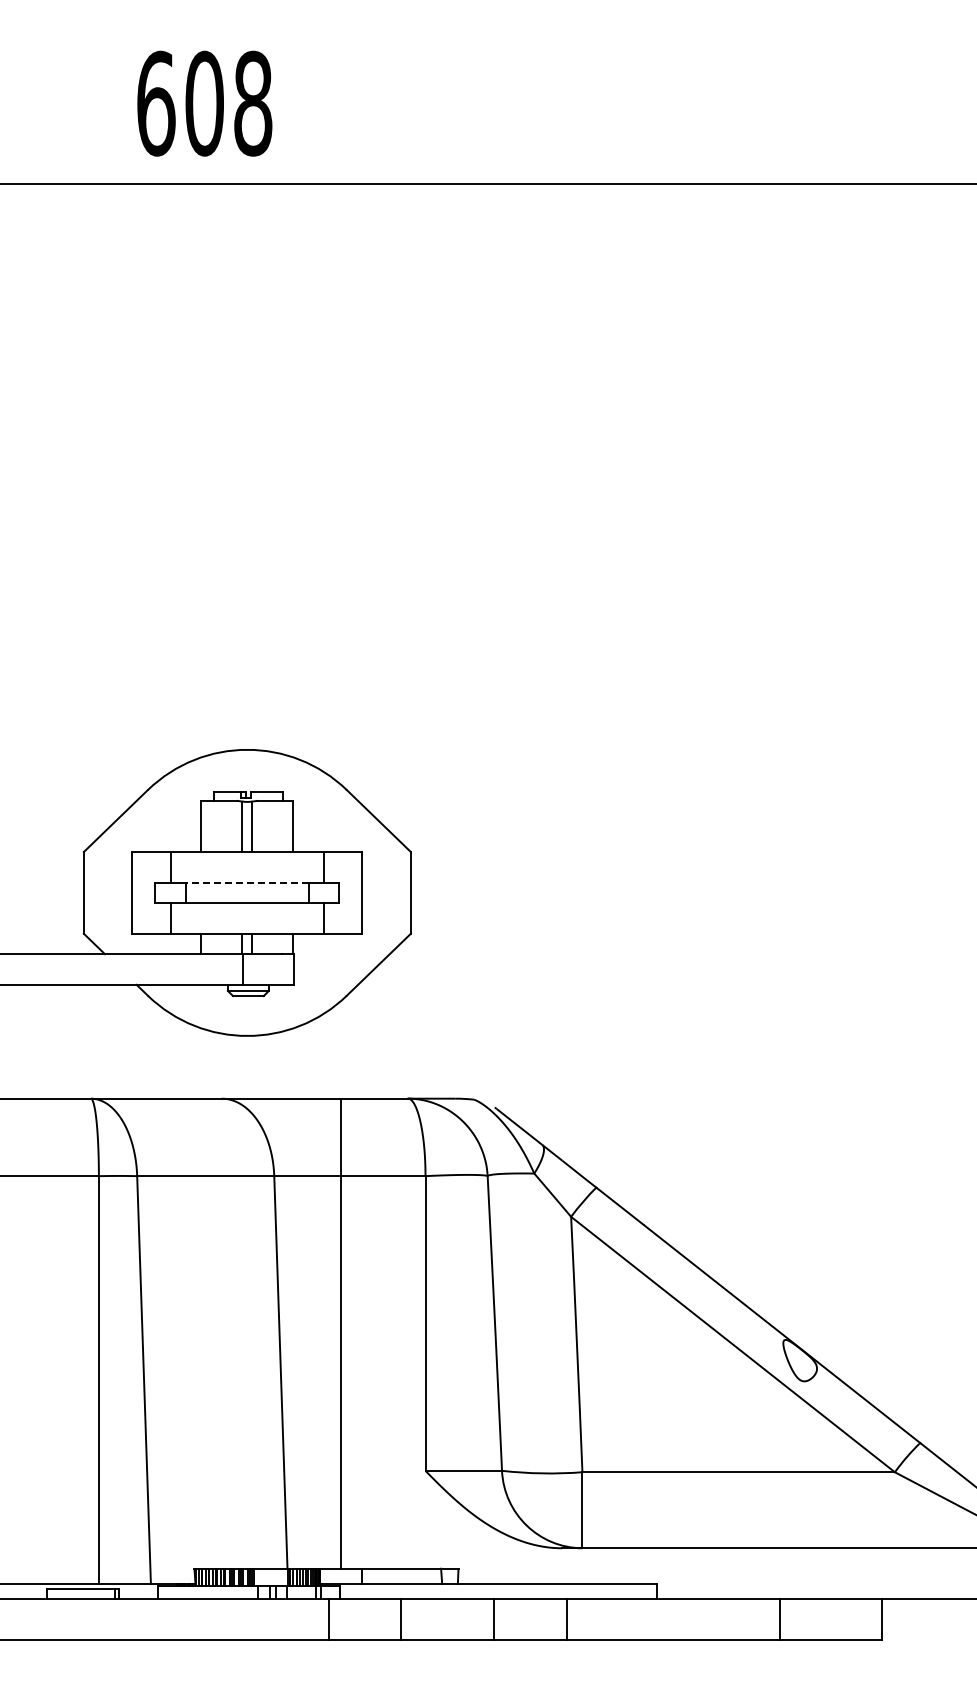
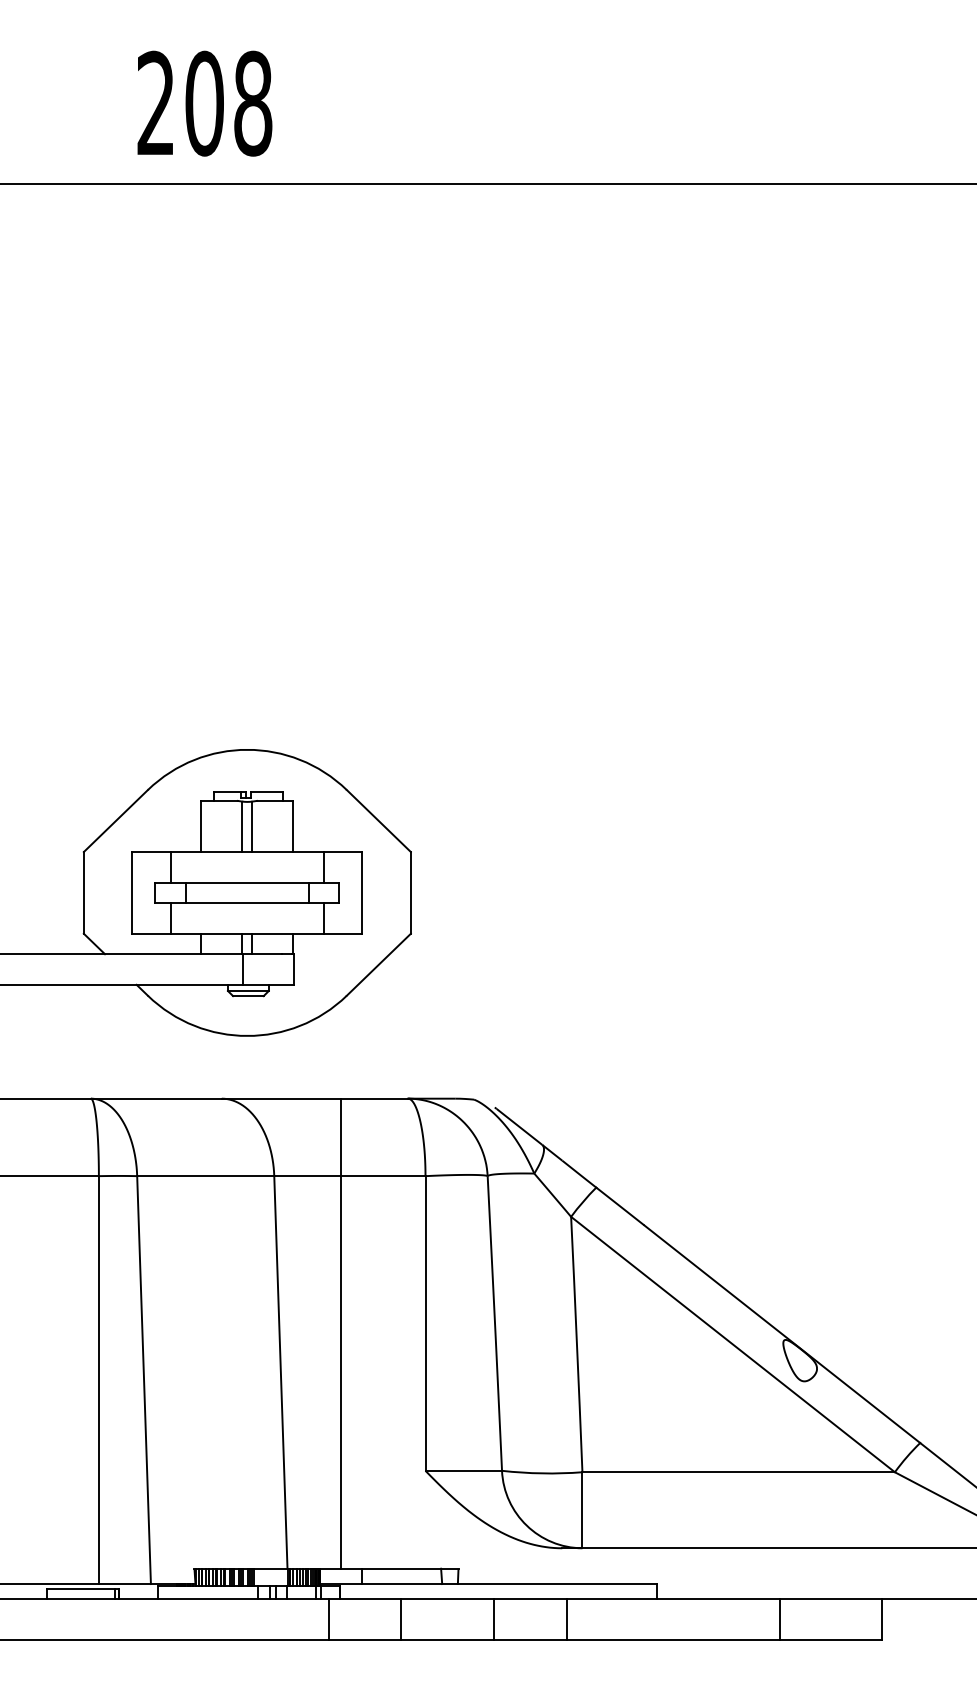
text at (156, 103): 608 -> 208
line at (246, 882): dashed -> solid
